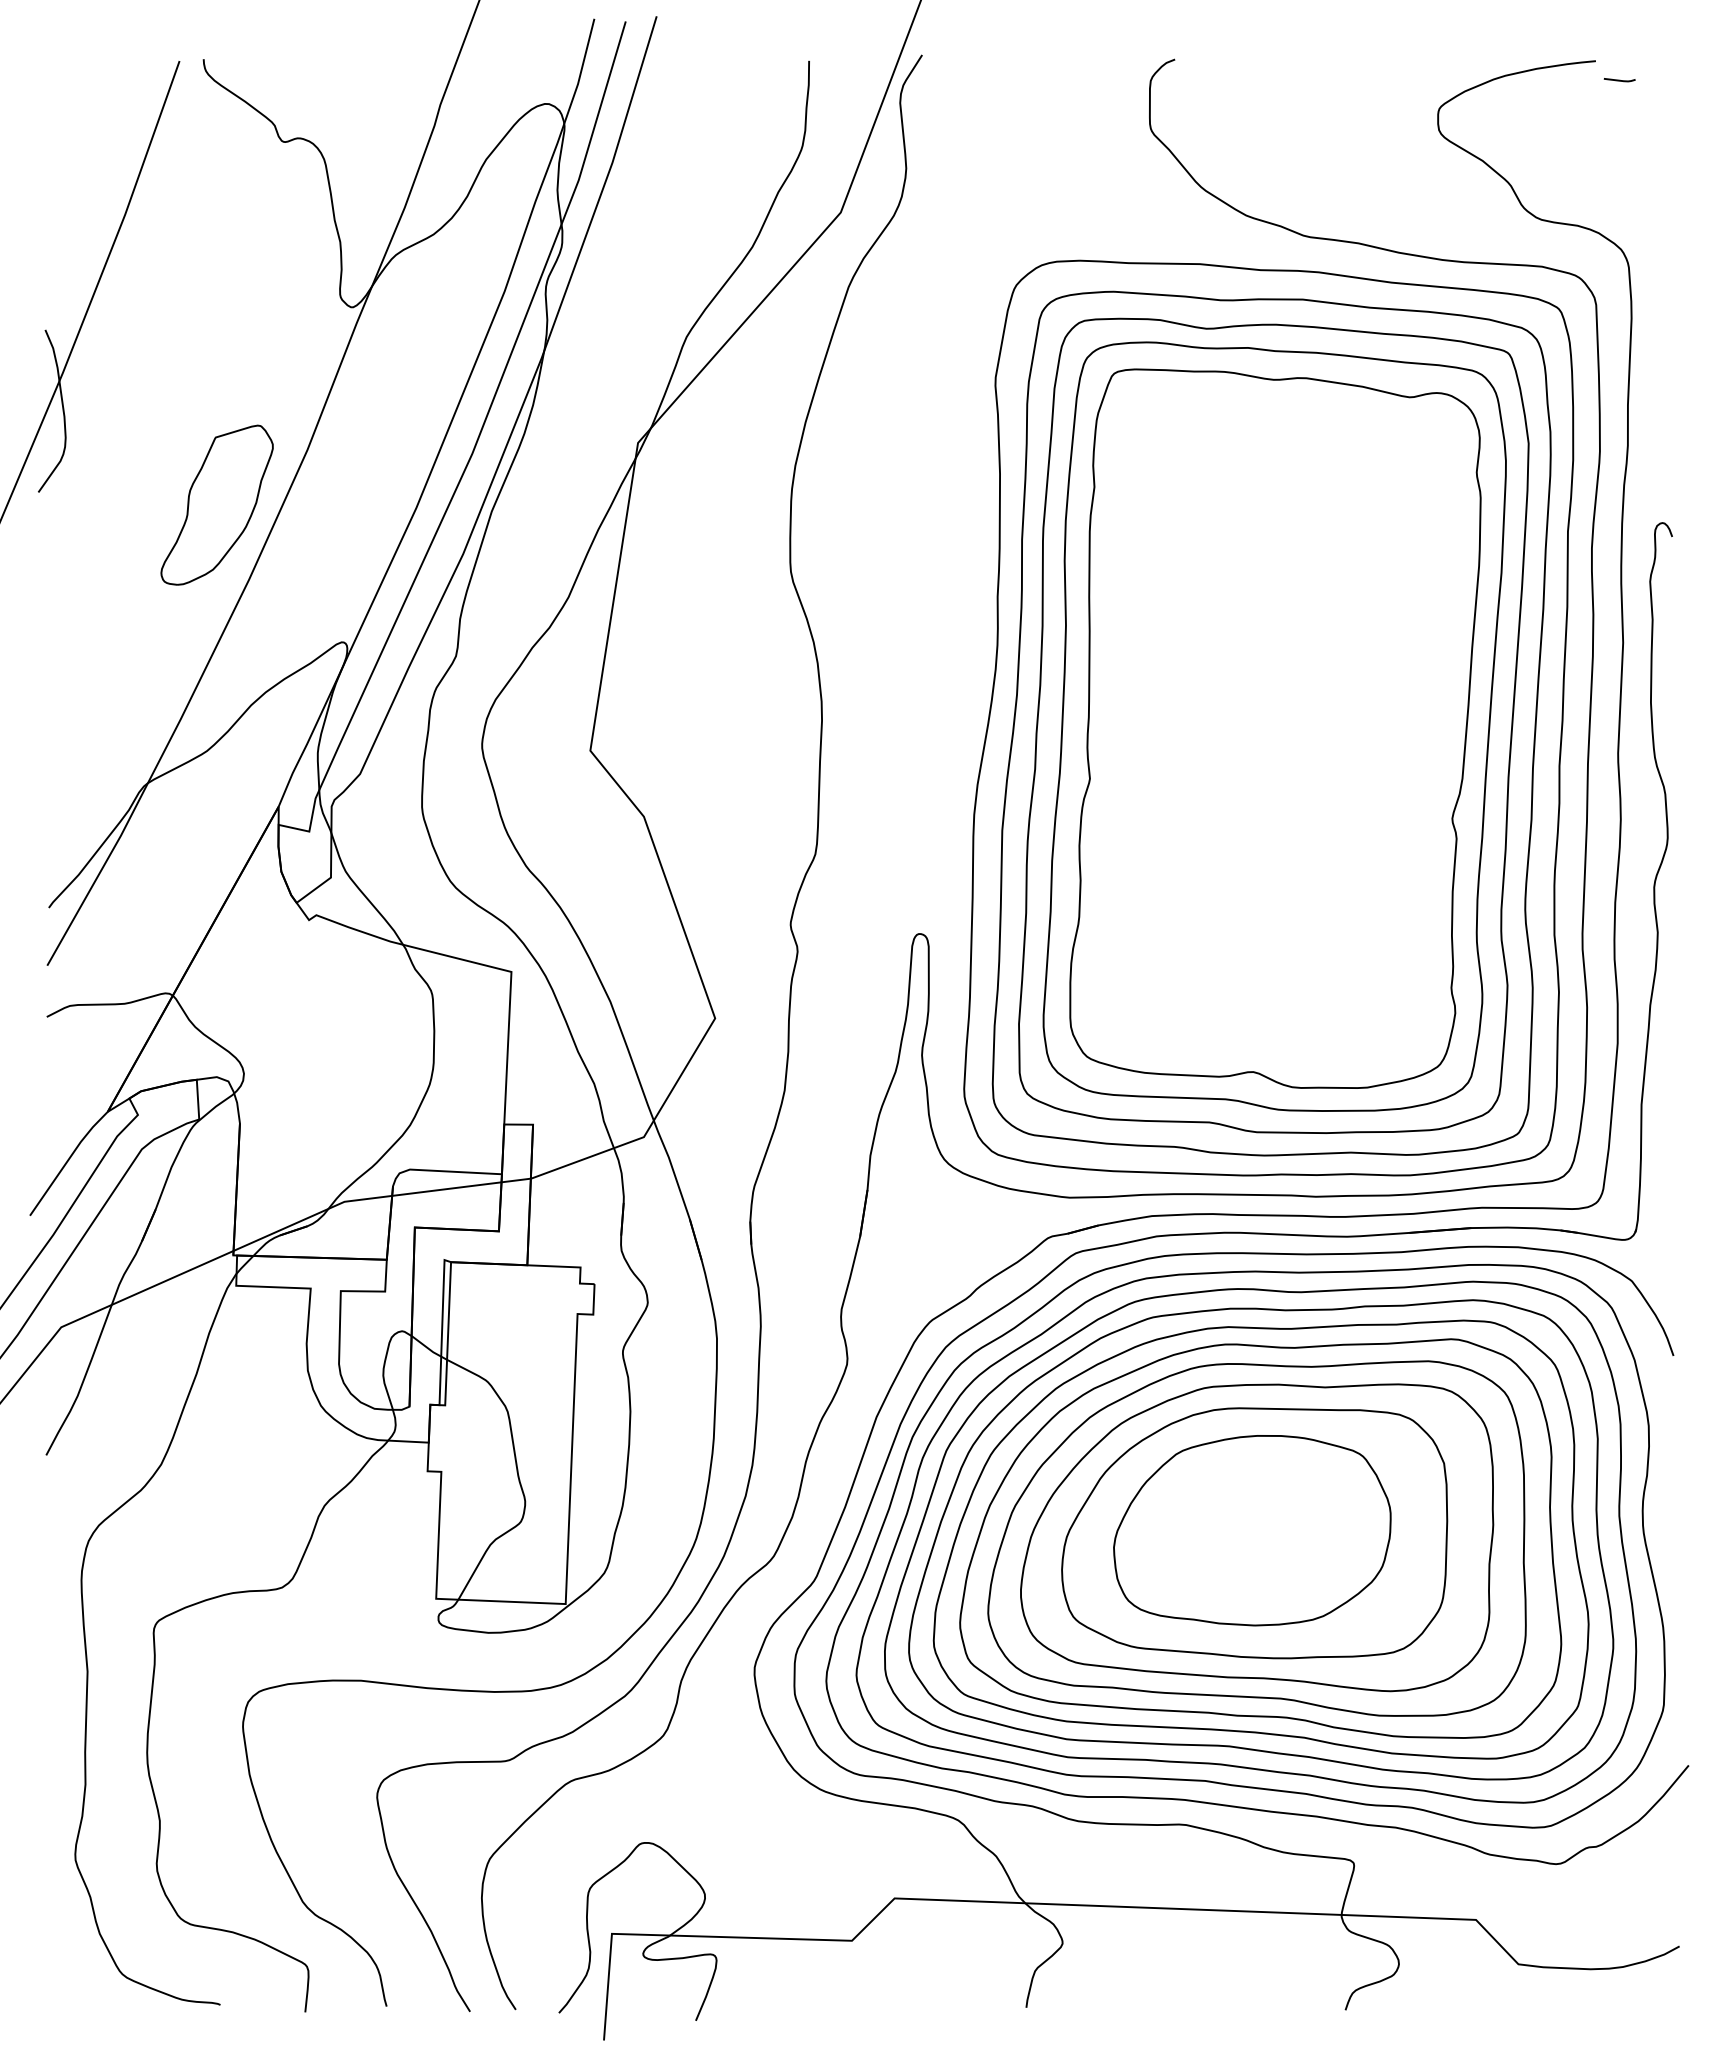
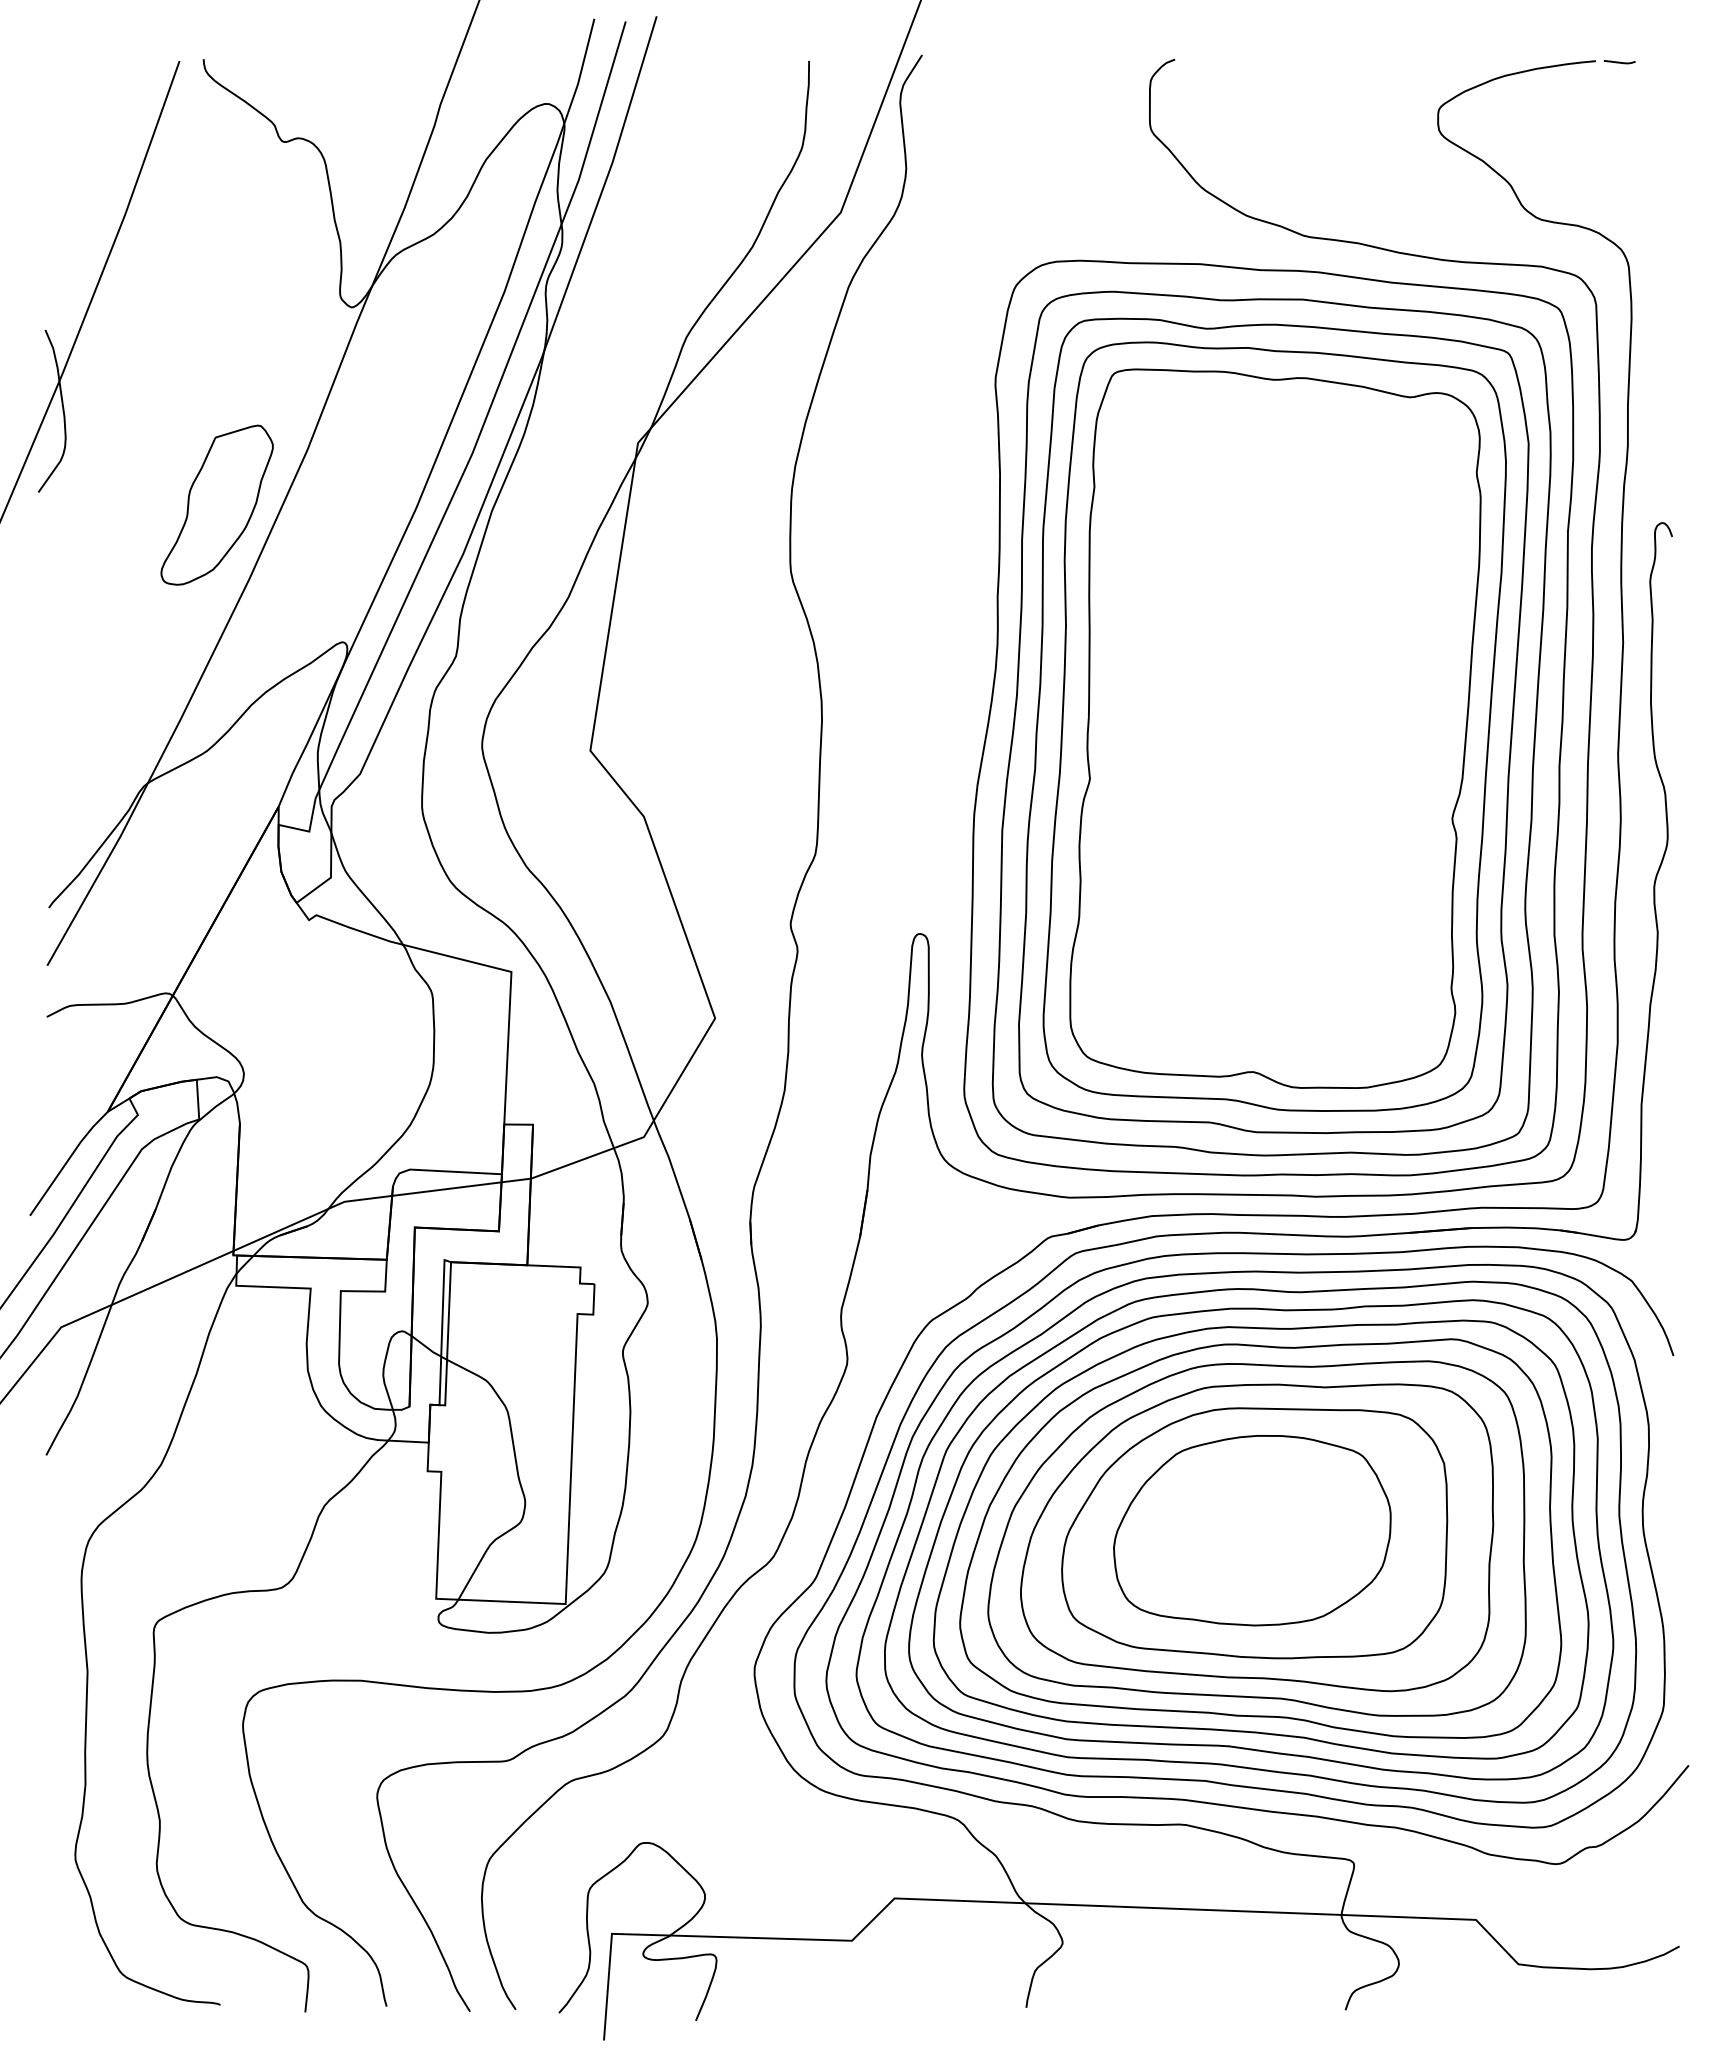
line at (1619, 80) position: (1619, 80) -> (1619, 62)
